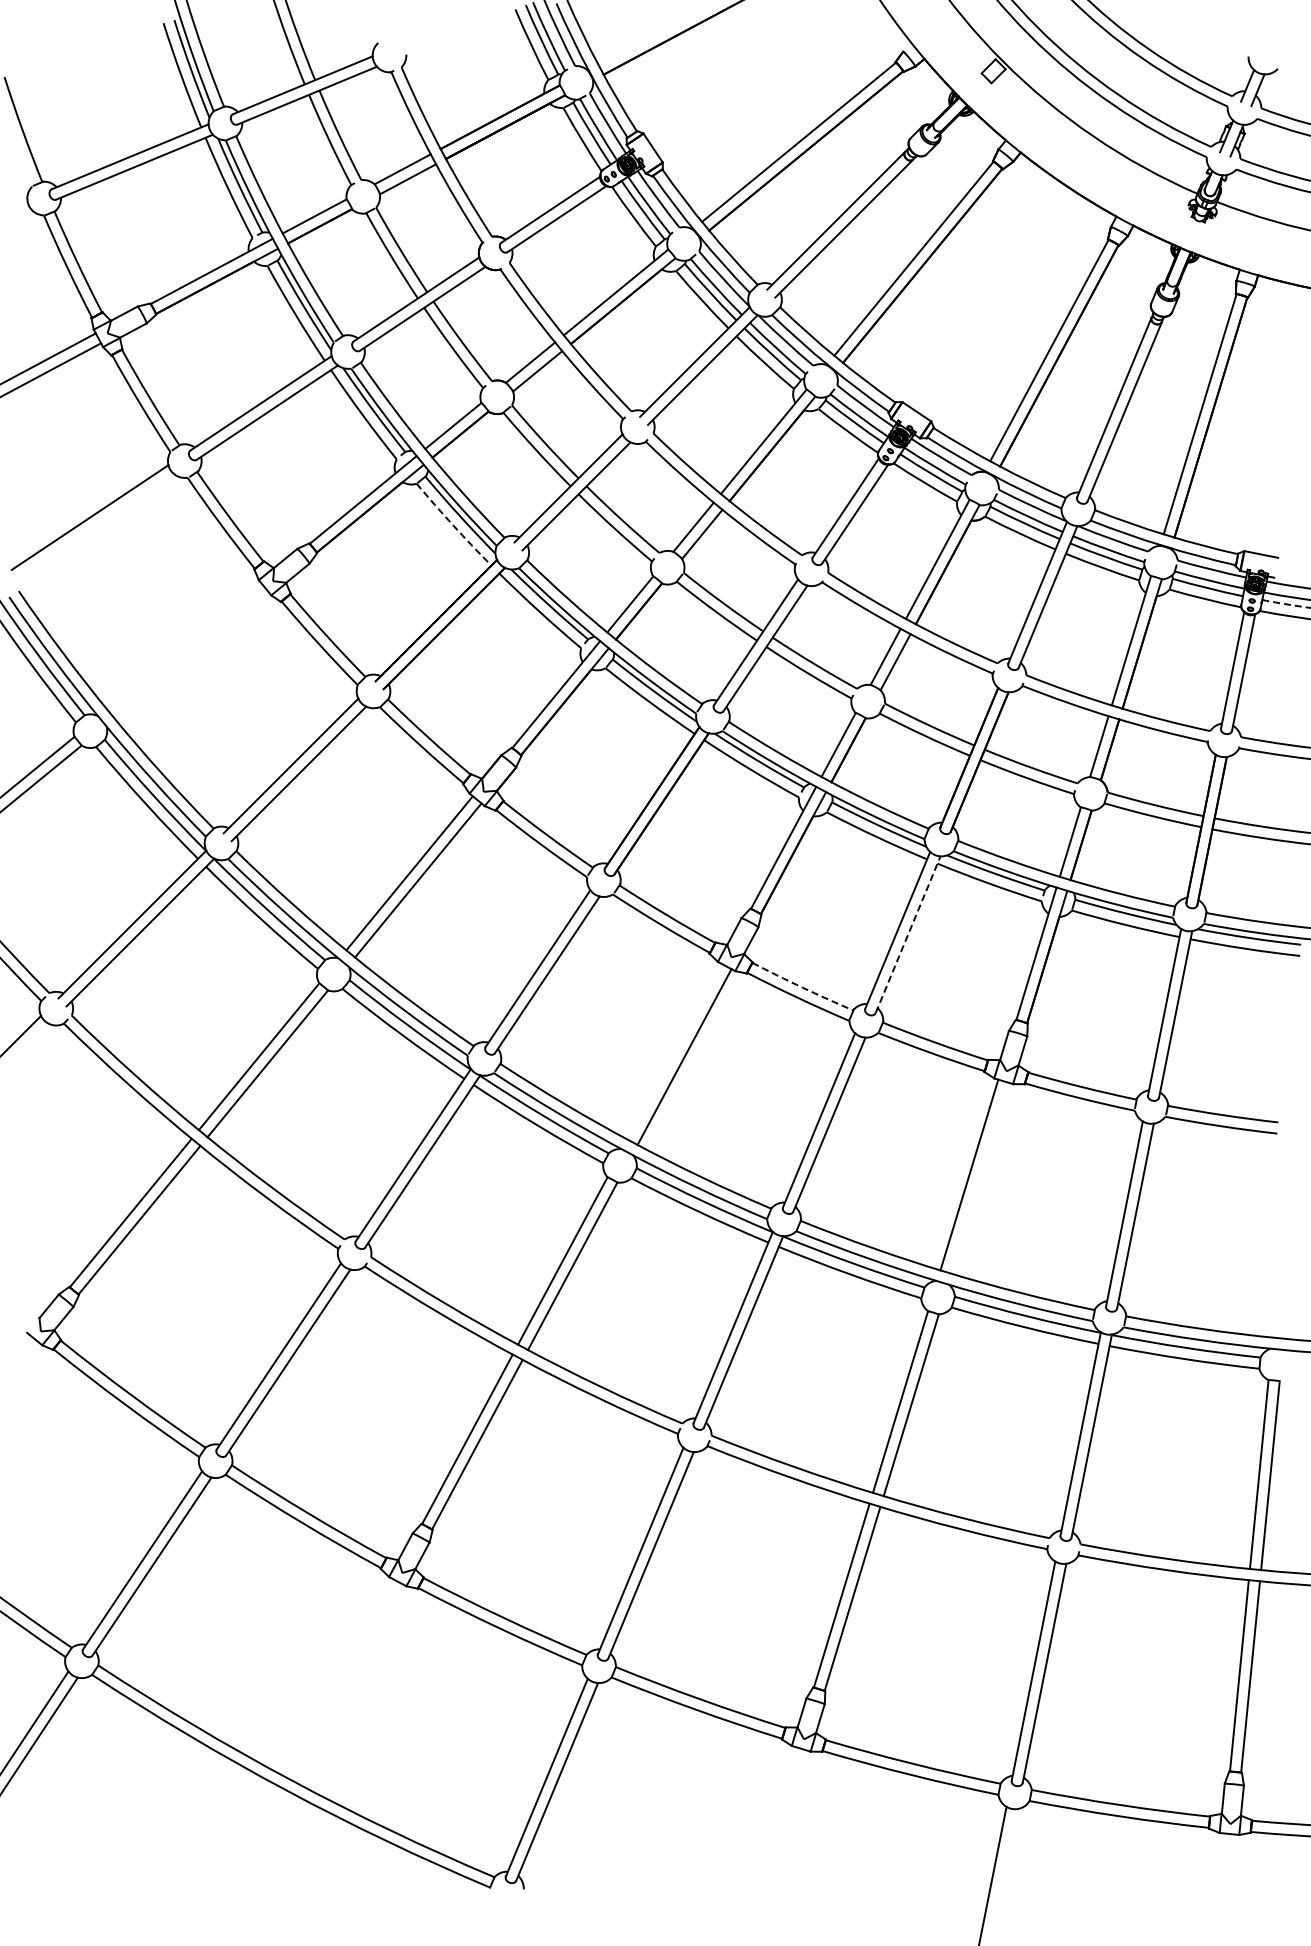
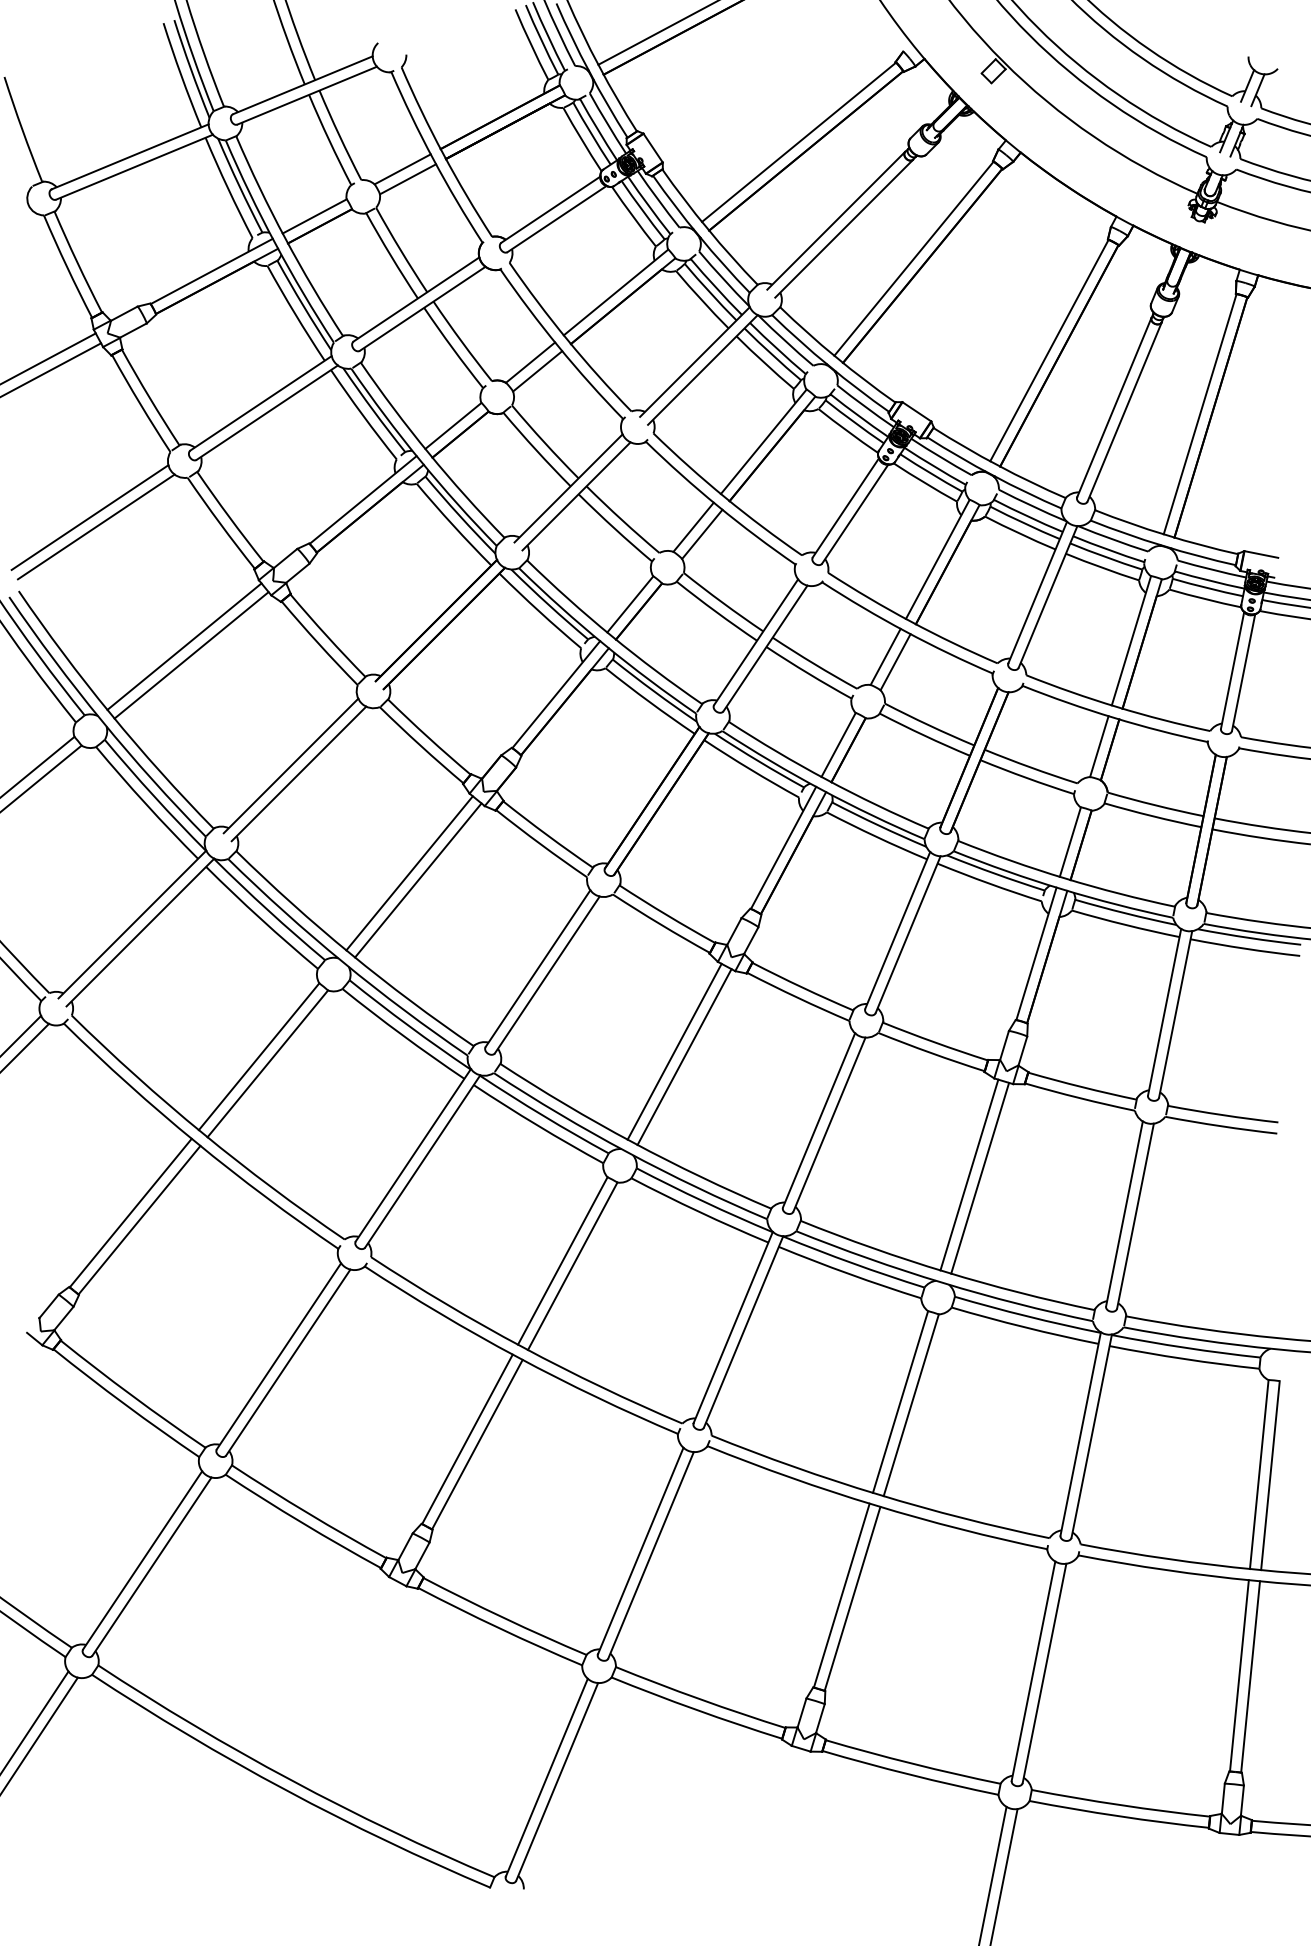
line at (656, 33): none -> present
arc at (453, 525): dashed -> solid
line at (95, 526): none -> present
arc at (1286, 604): dashed -> solid
line at (184, 646): none -> present
line at (191, 655): none -> present
line at (908, 934): dashed -> solid
arc at (802, 987): dashed -> solid
line at (25, 1046): none -> present
line at (674, 1051): none -> present
line at (980, 1177): none -> present
line at (1004, 1875): none -> present
